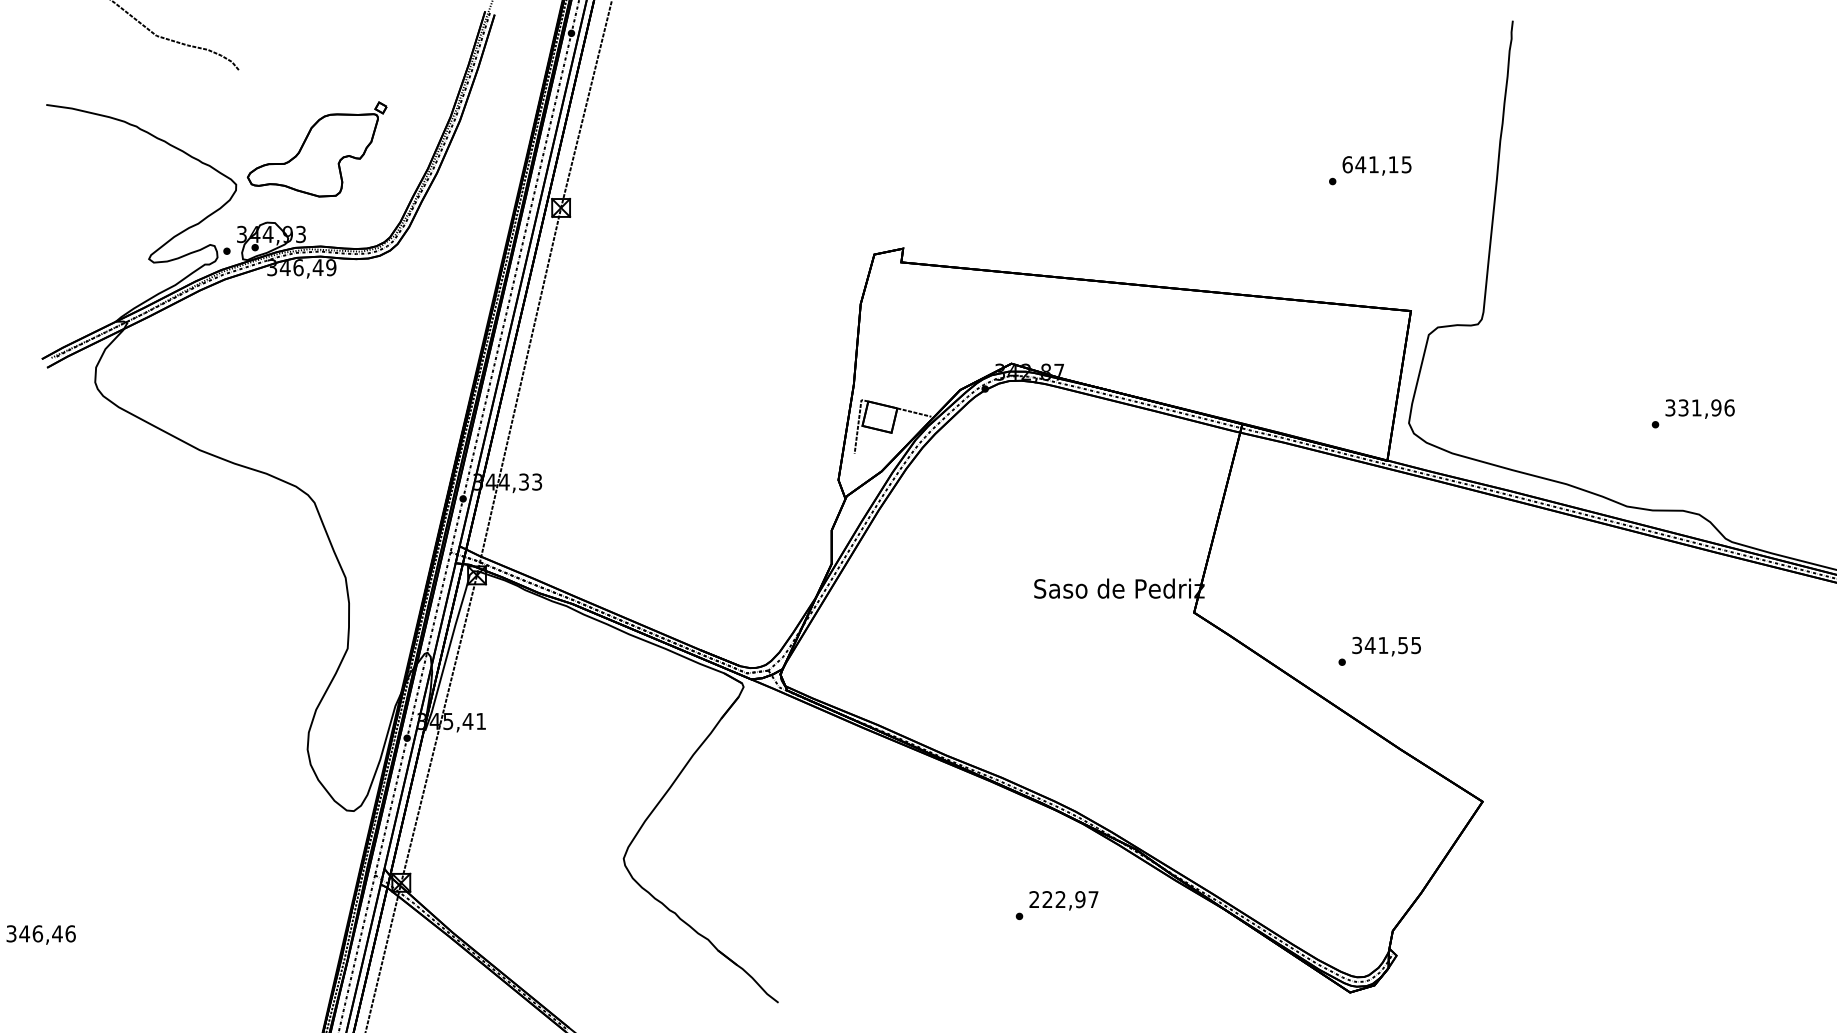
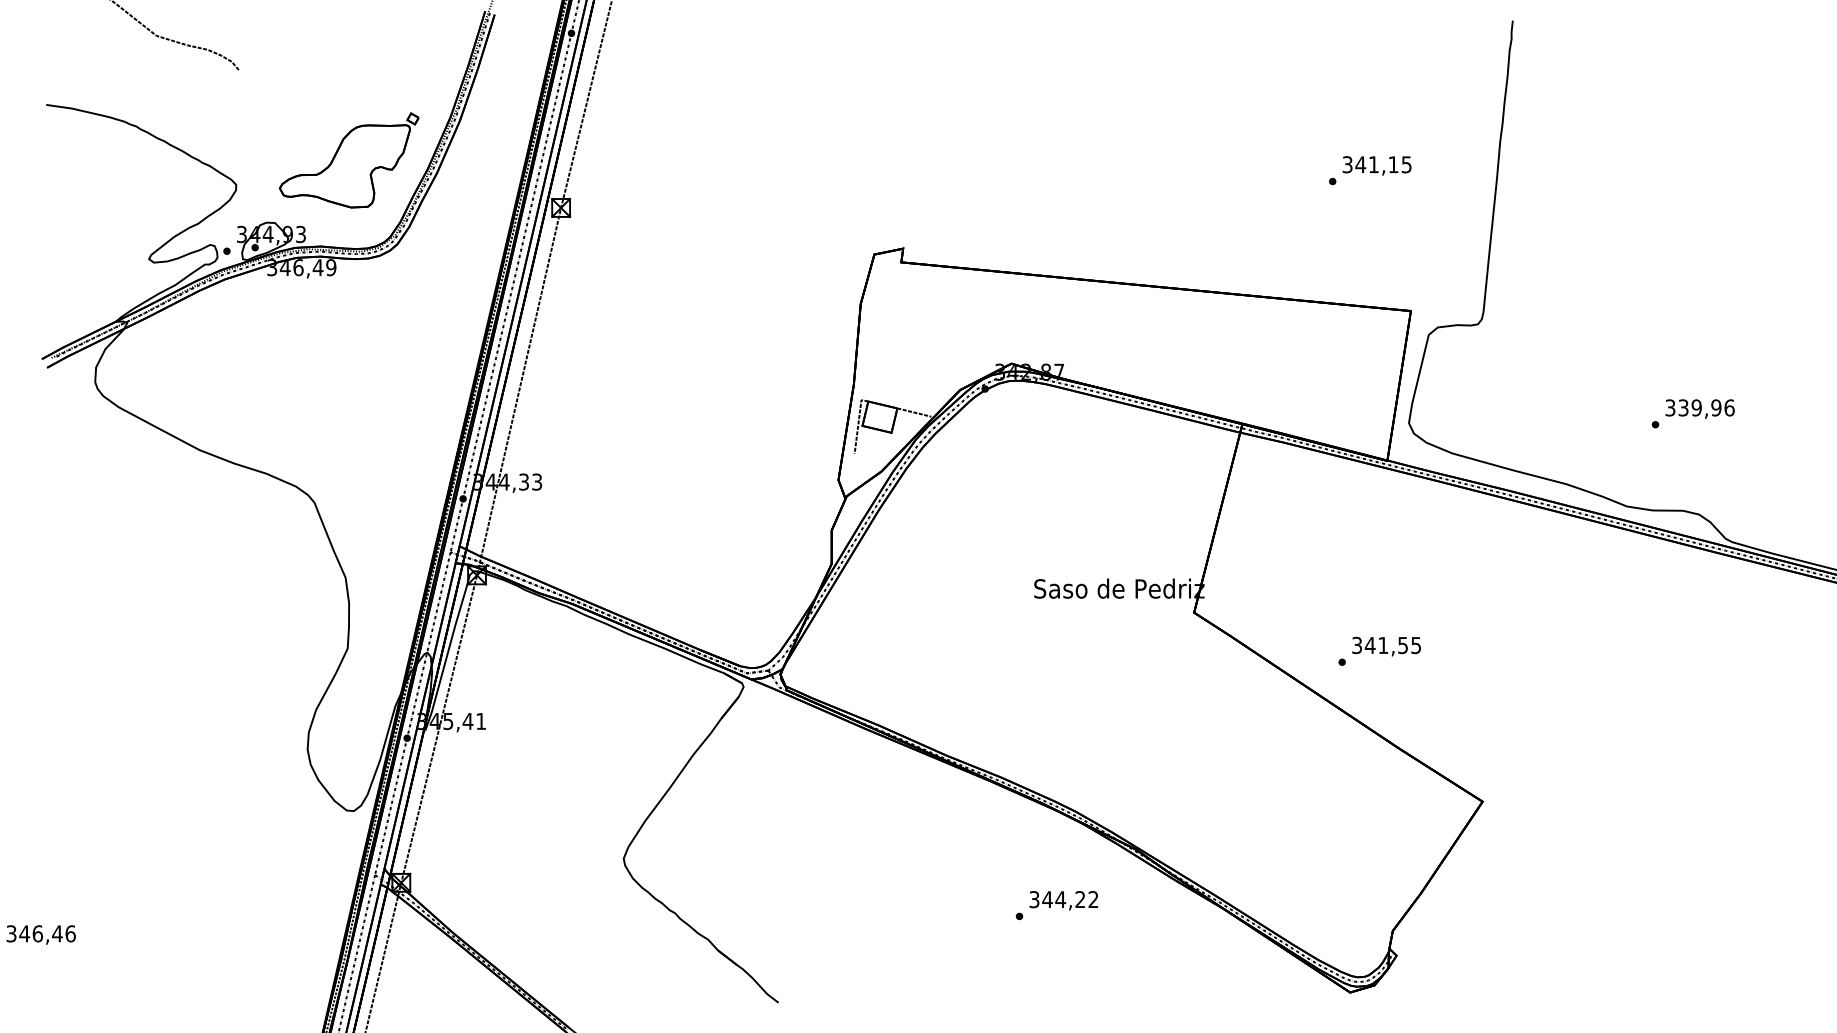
part at (316, 149) position: (316, 149) -> (348, 160)
text at (1347, 164): 641,15 -> 341,15
text at (1696, 407): 331,96 -> 339,96
text at (1063, 899): 222,97 -> 344,22
